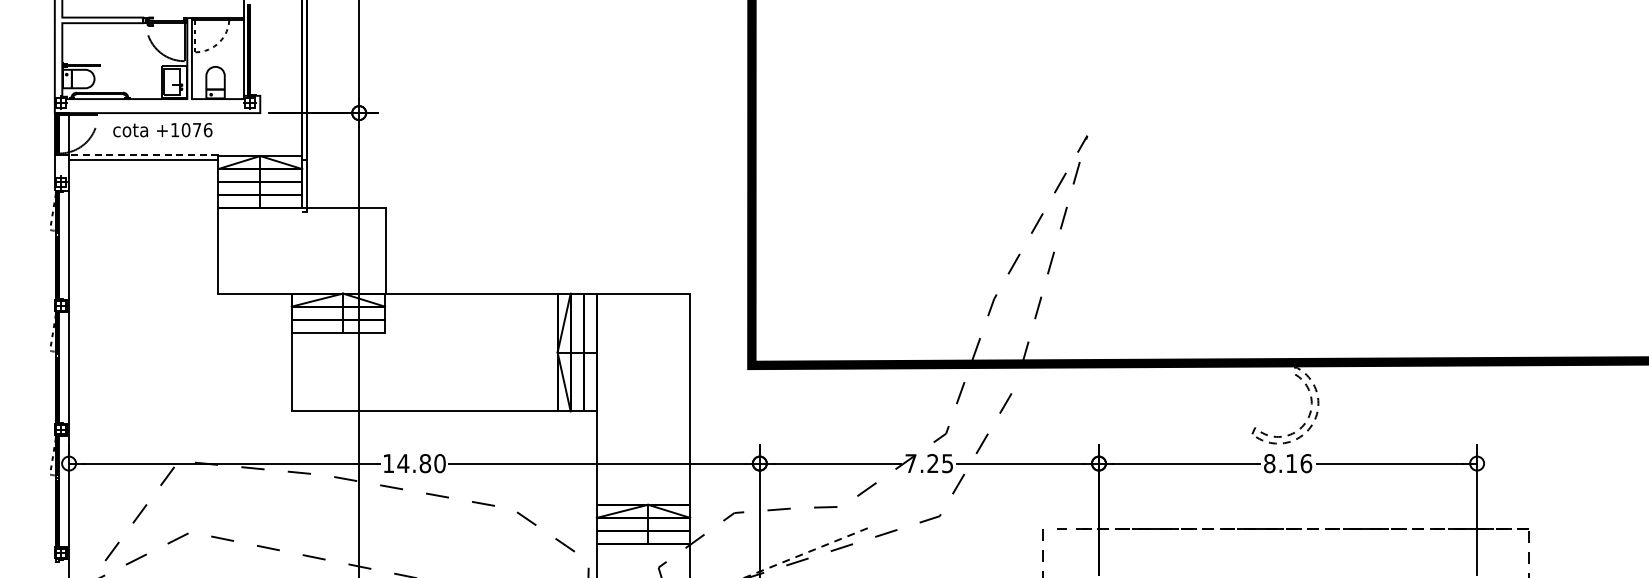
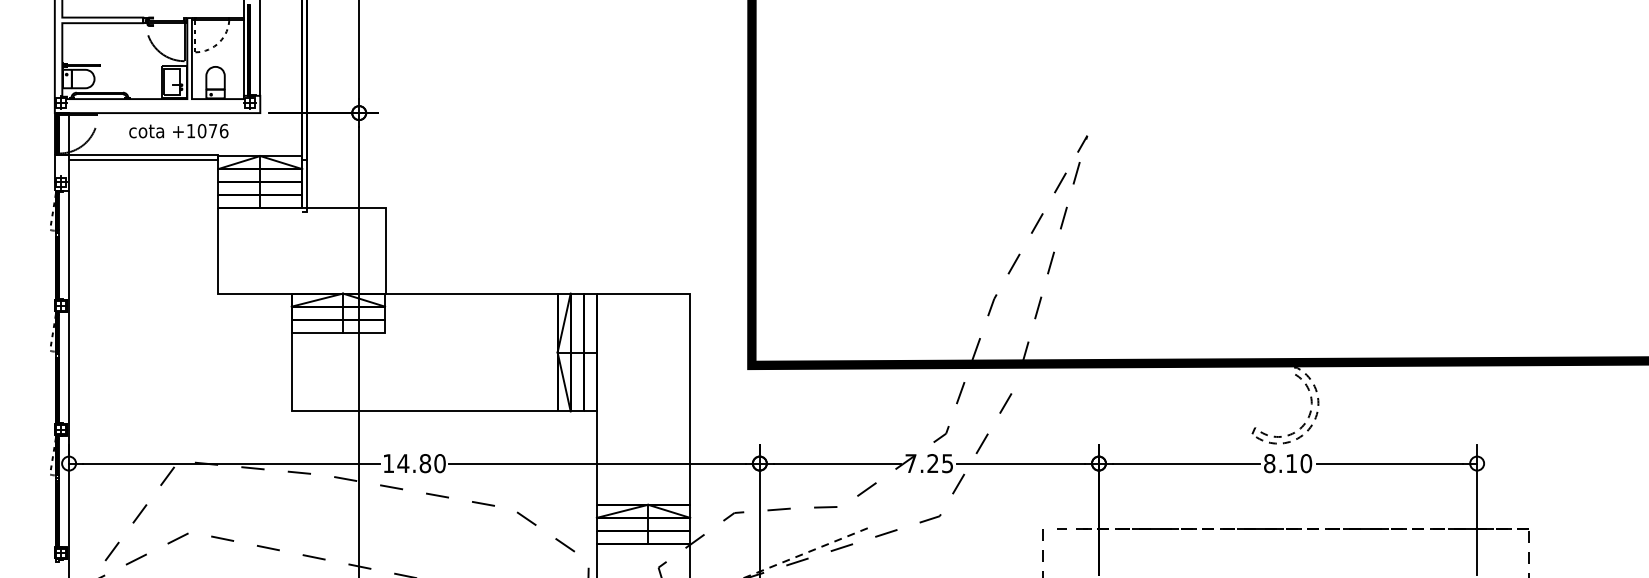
line at (260, 48): none -> present
text at (162, 130) position: (162, 130) -> (178, 131)
line at (143, 155): dashed -> solid
text at (1306, 463): 8.16 -> 8.10
